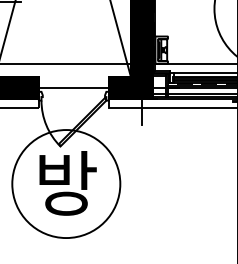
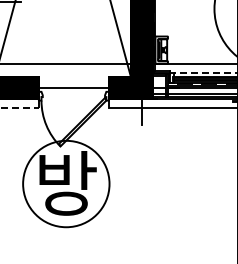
line at (205, 72): solid -> dashed
line at (19, 107): solid -> dashed
circle at (66, 184) diameter: 108 px -> 86 px
